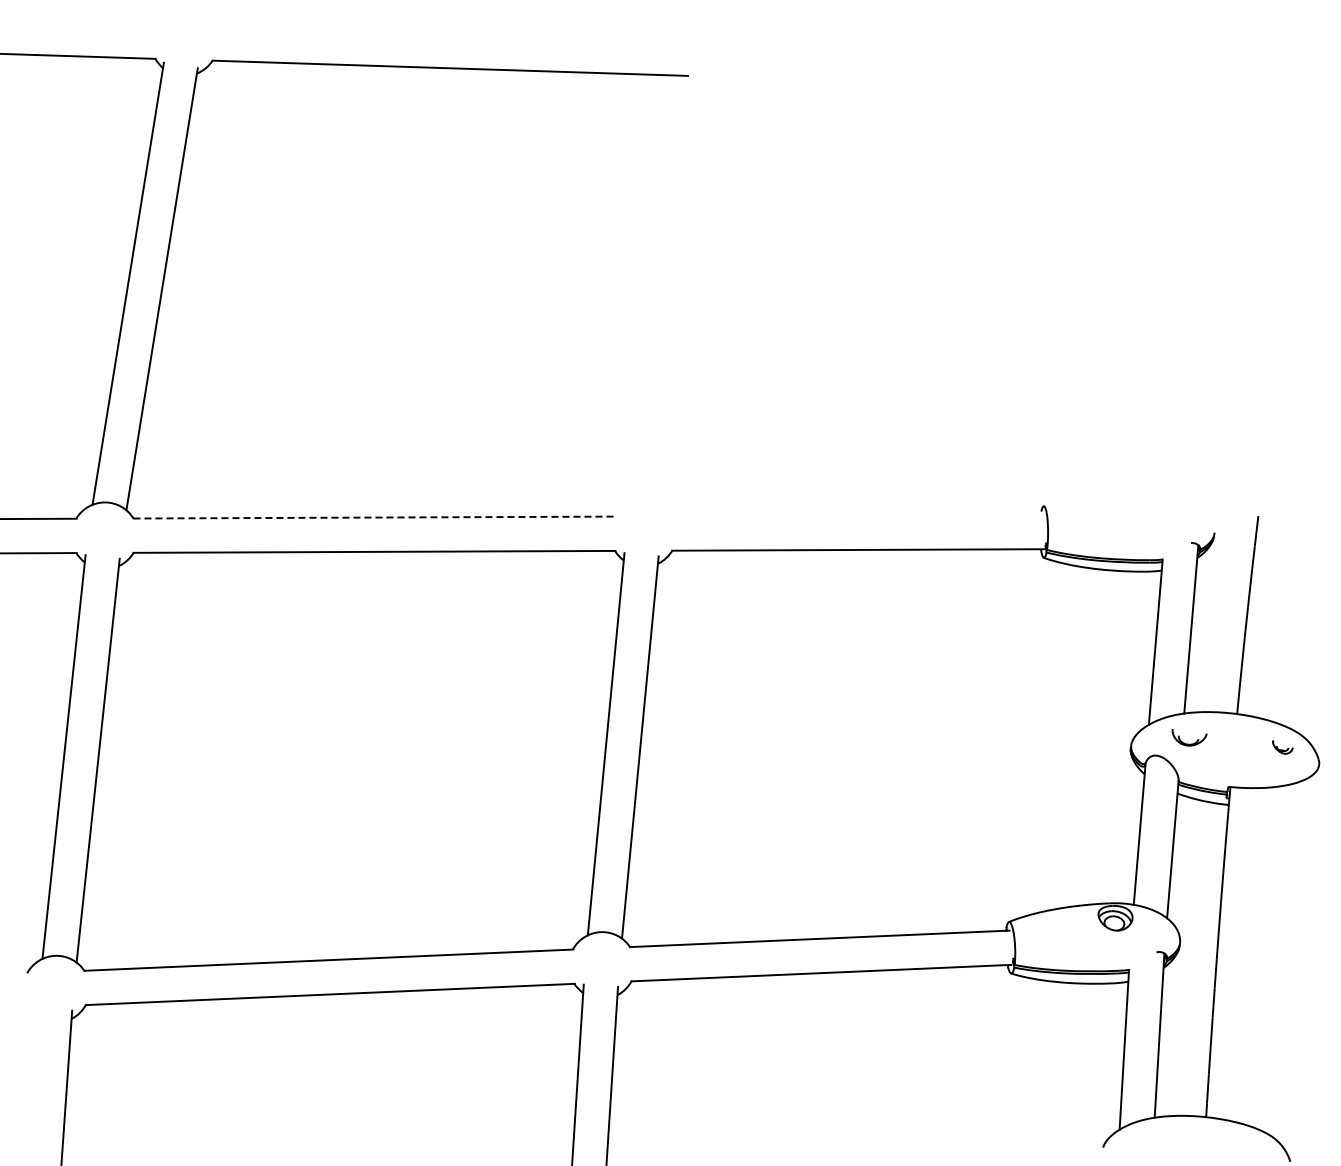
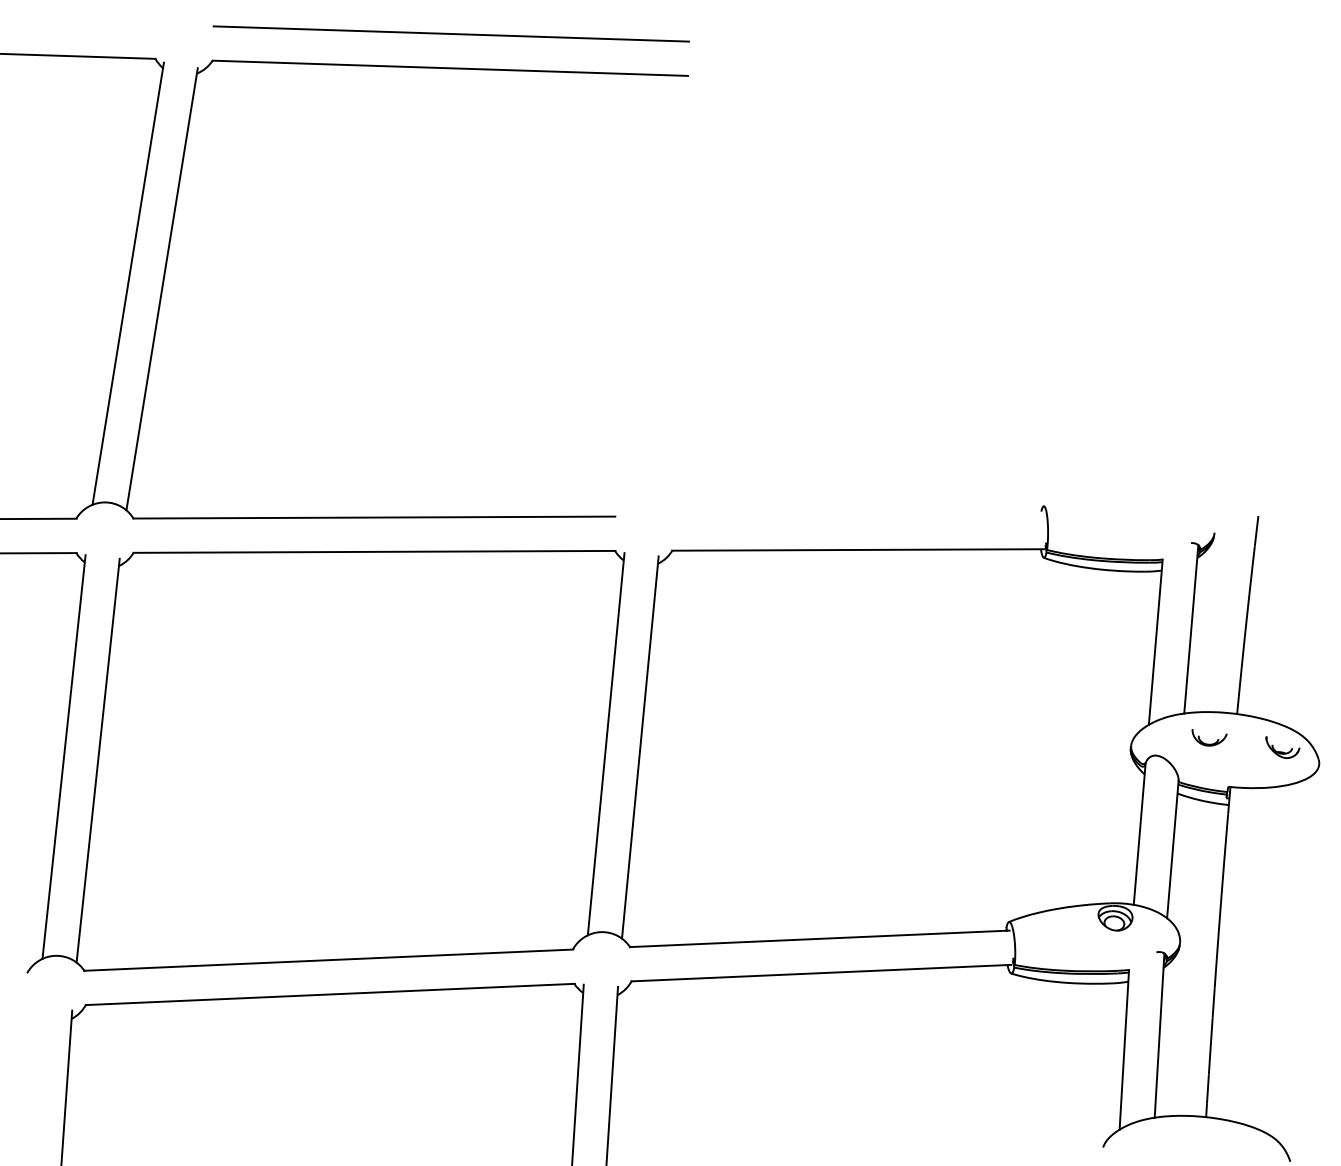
line at (451, 33): none -> present
line at (374, 517): dashed -> solid
part at (1189, 737) position: (1189, 737) -> (1209, 737)
part at (1282, 747) size: 22x15 px -> 36x23 px
